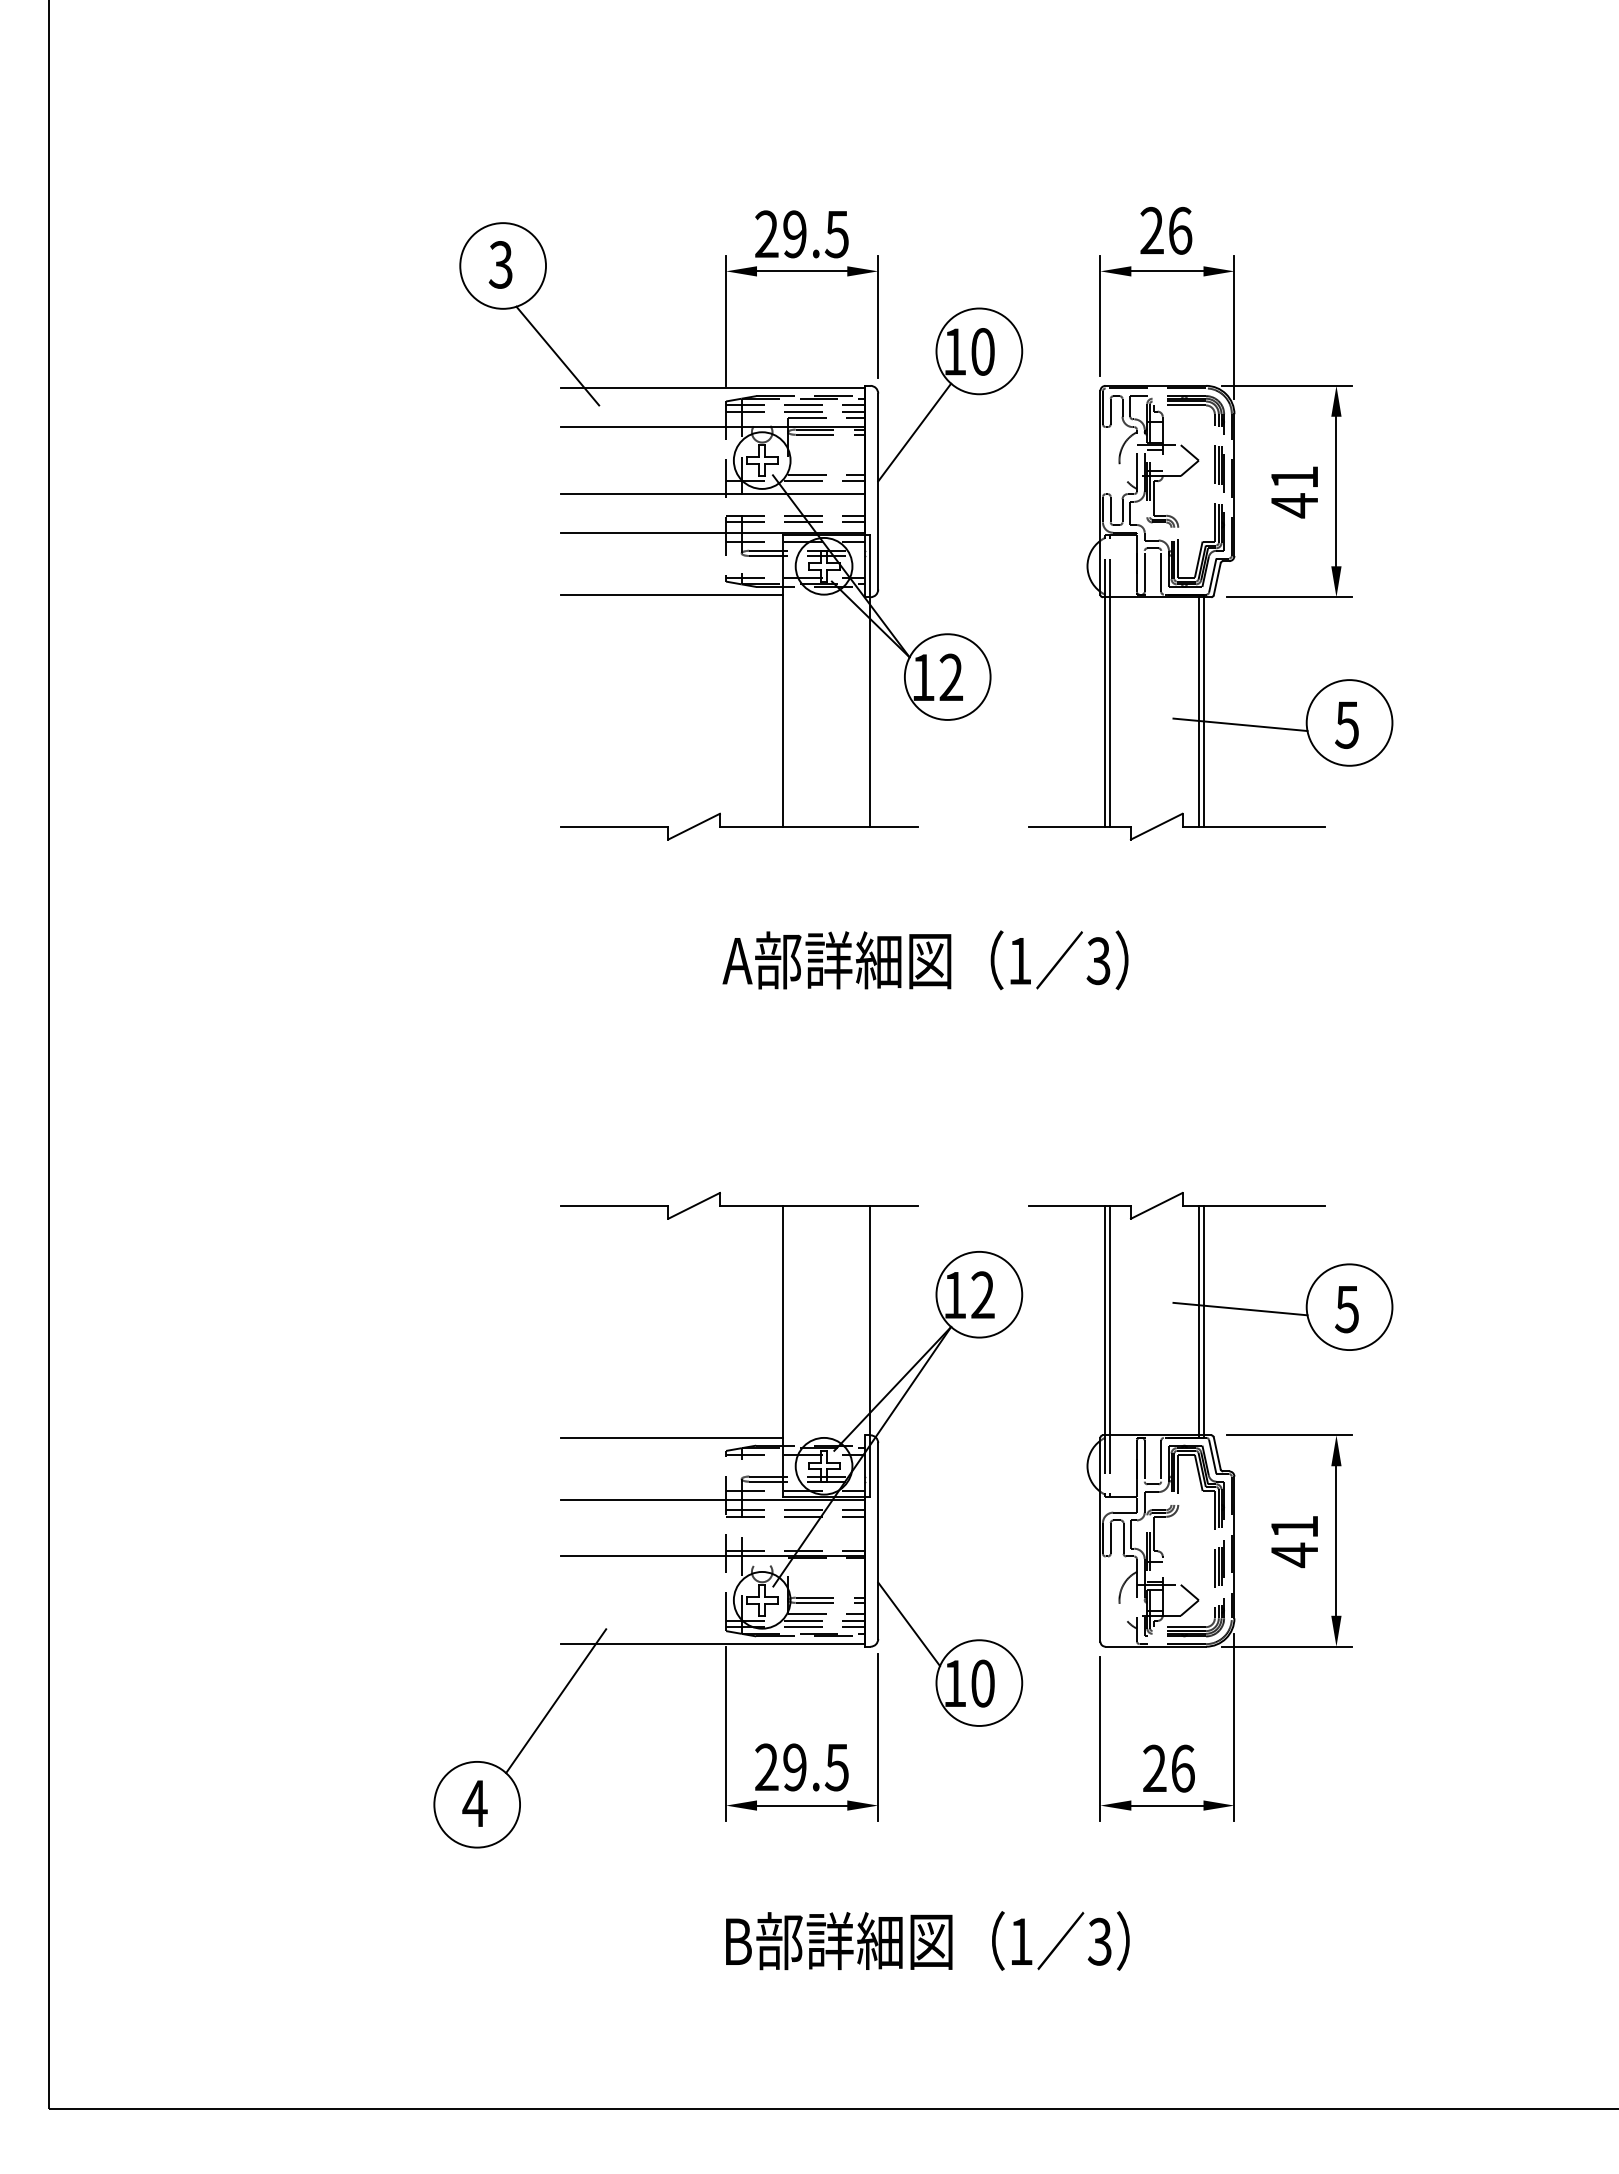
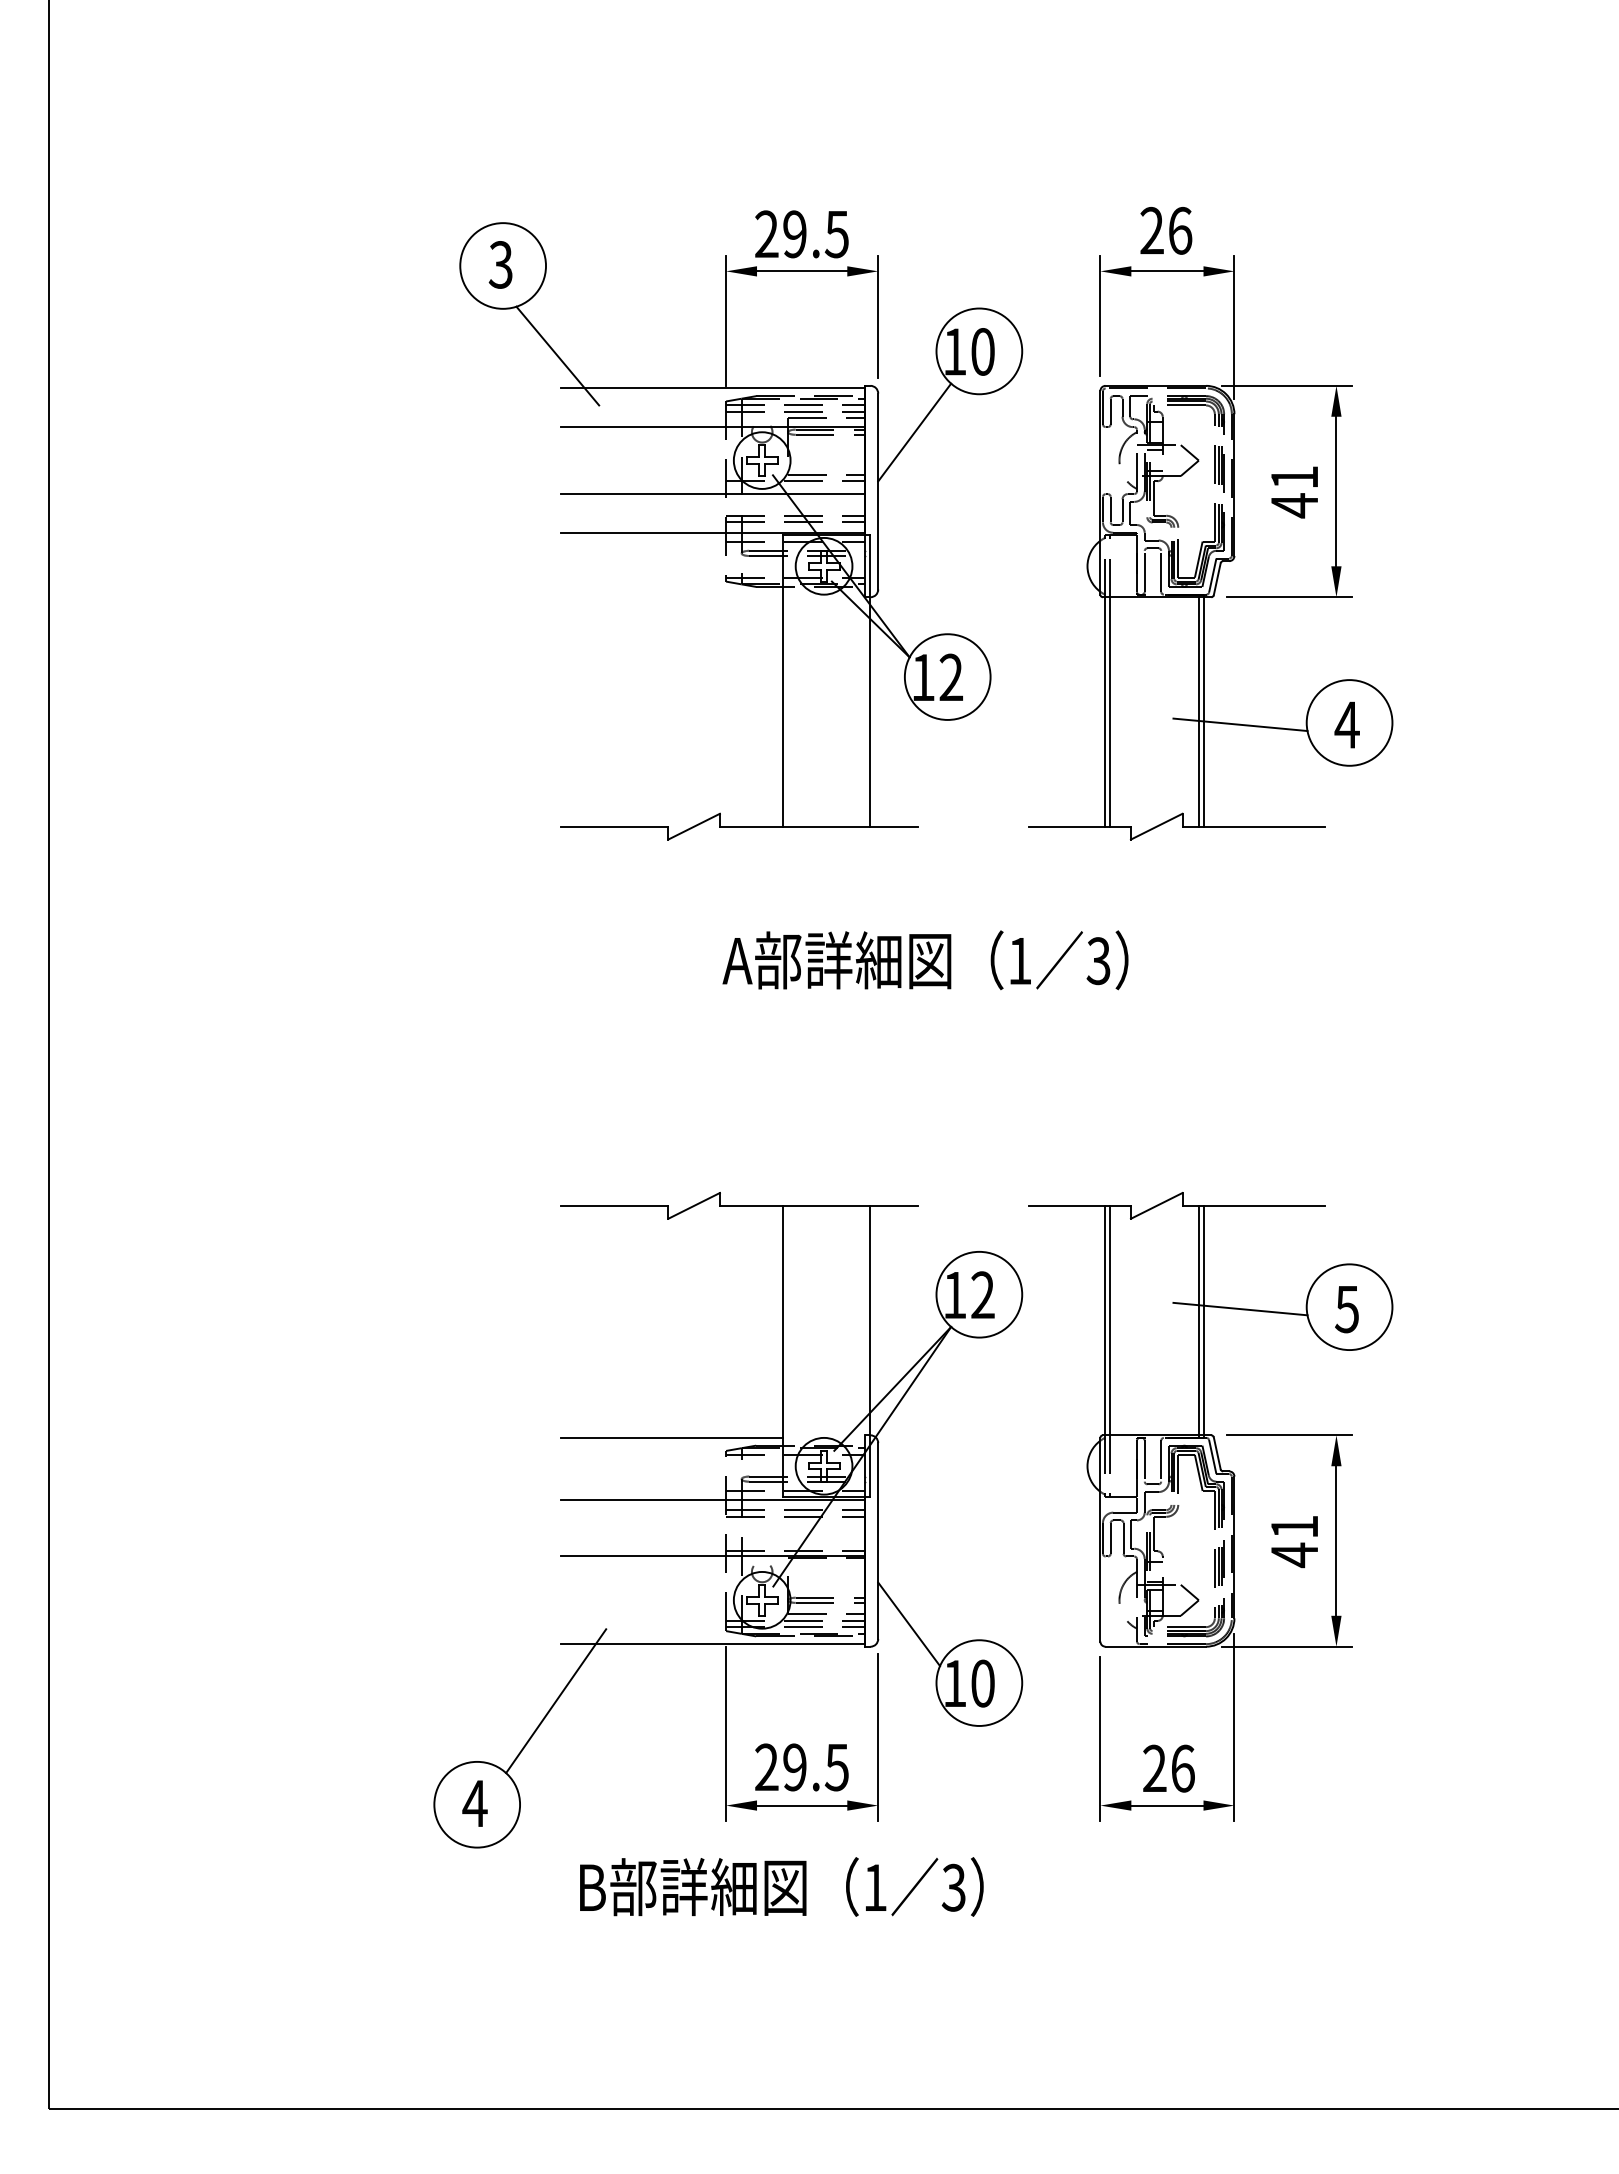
line at (671, 594): present -> none
text at (1346, 724): 5 -> 4
text at (927, 1940) position: (927, 1940) -> (781, 1886)
